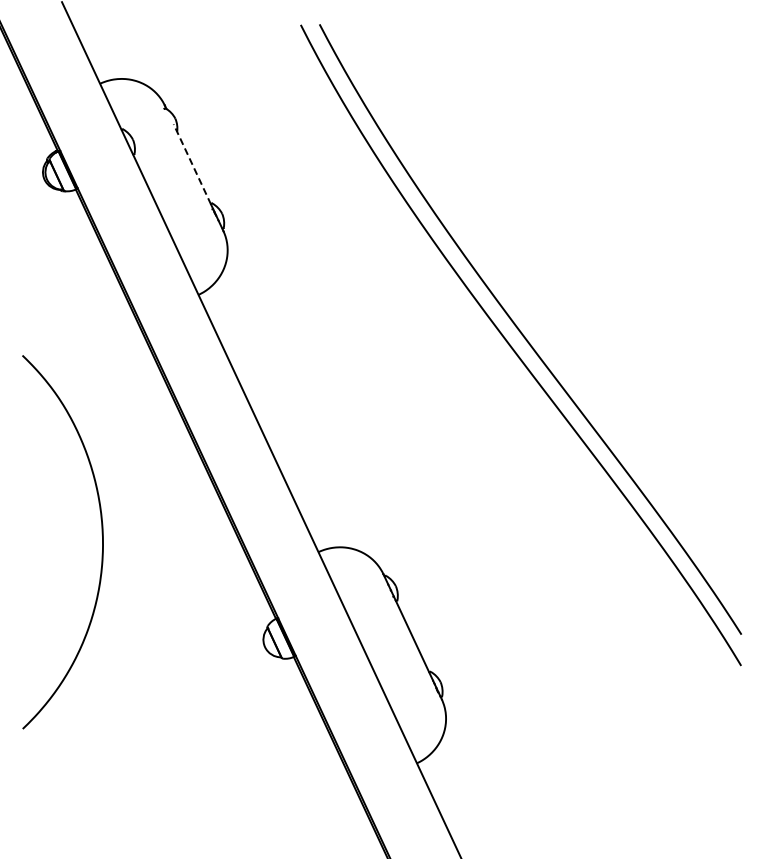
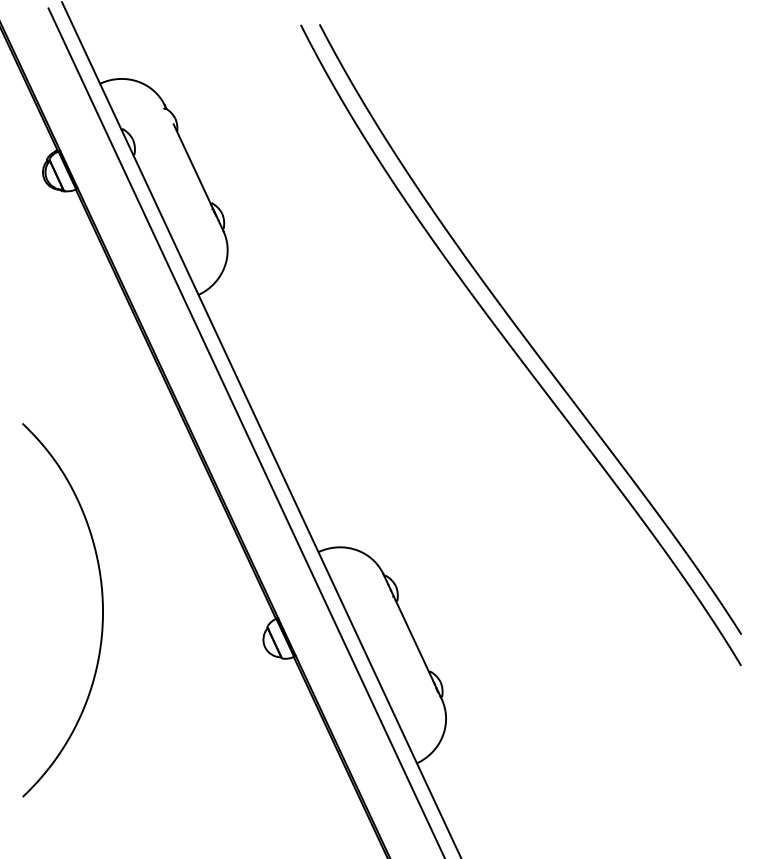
line at (192, 164): dashed -> solid
line at (245, 431): none -> present
curve at (101, 534) position: (101, 534) -> (101, 602)
